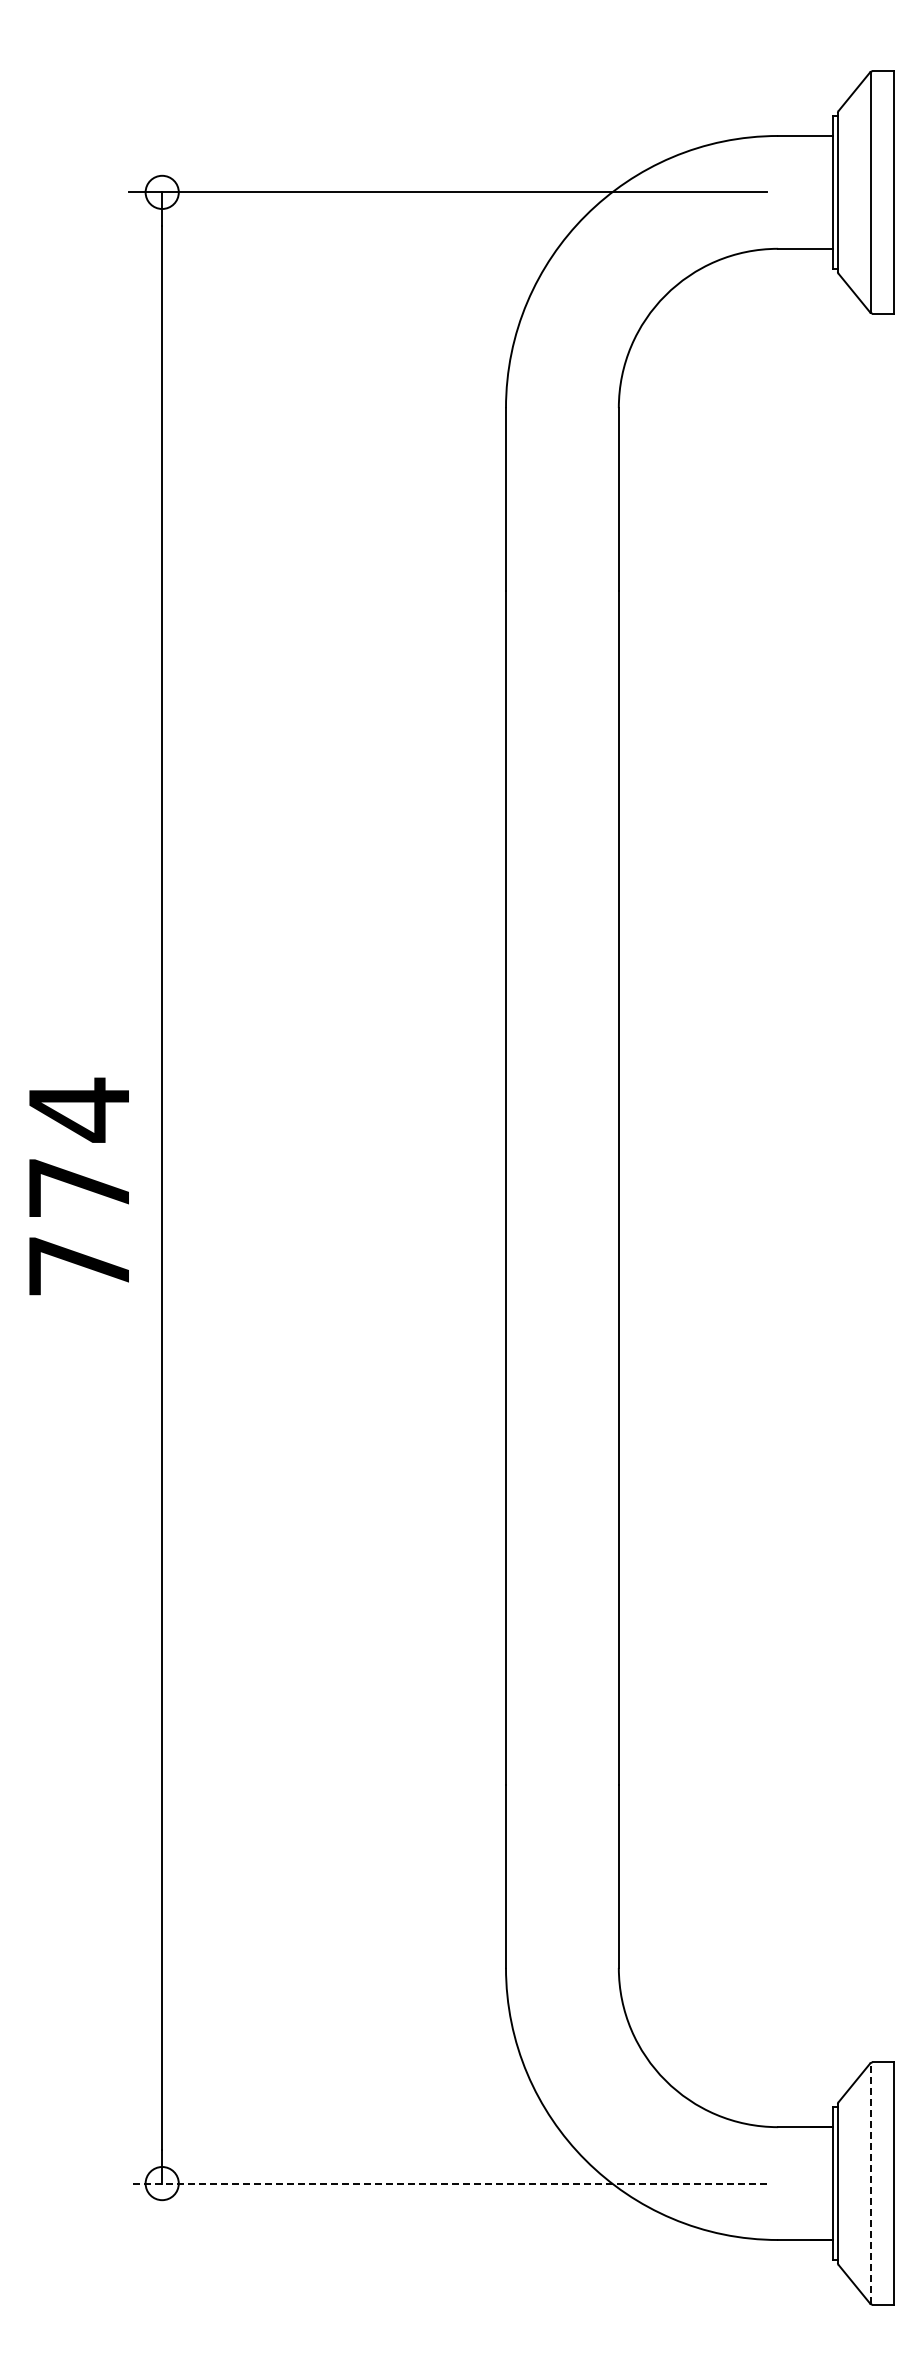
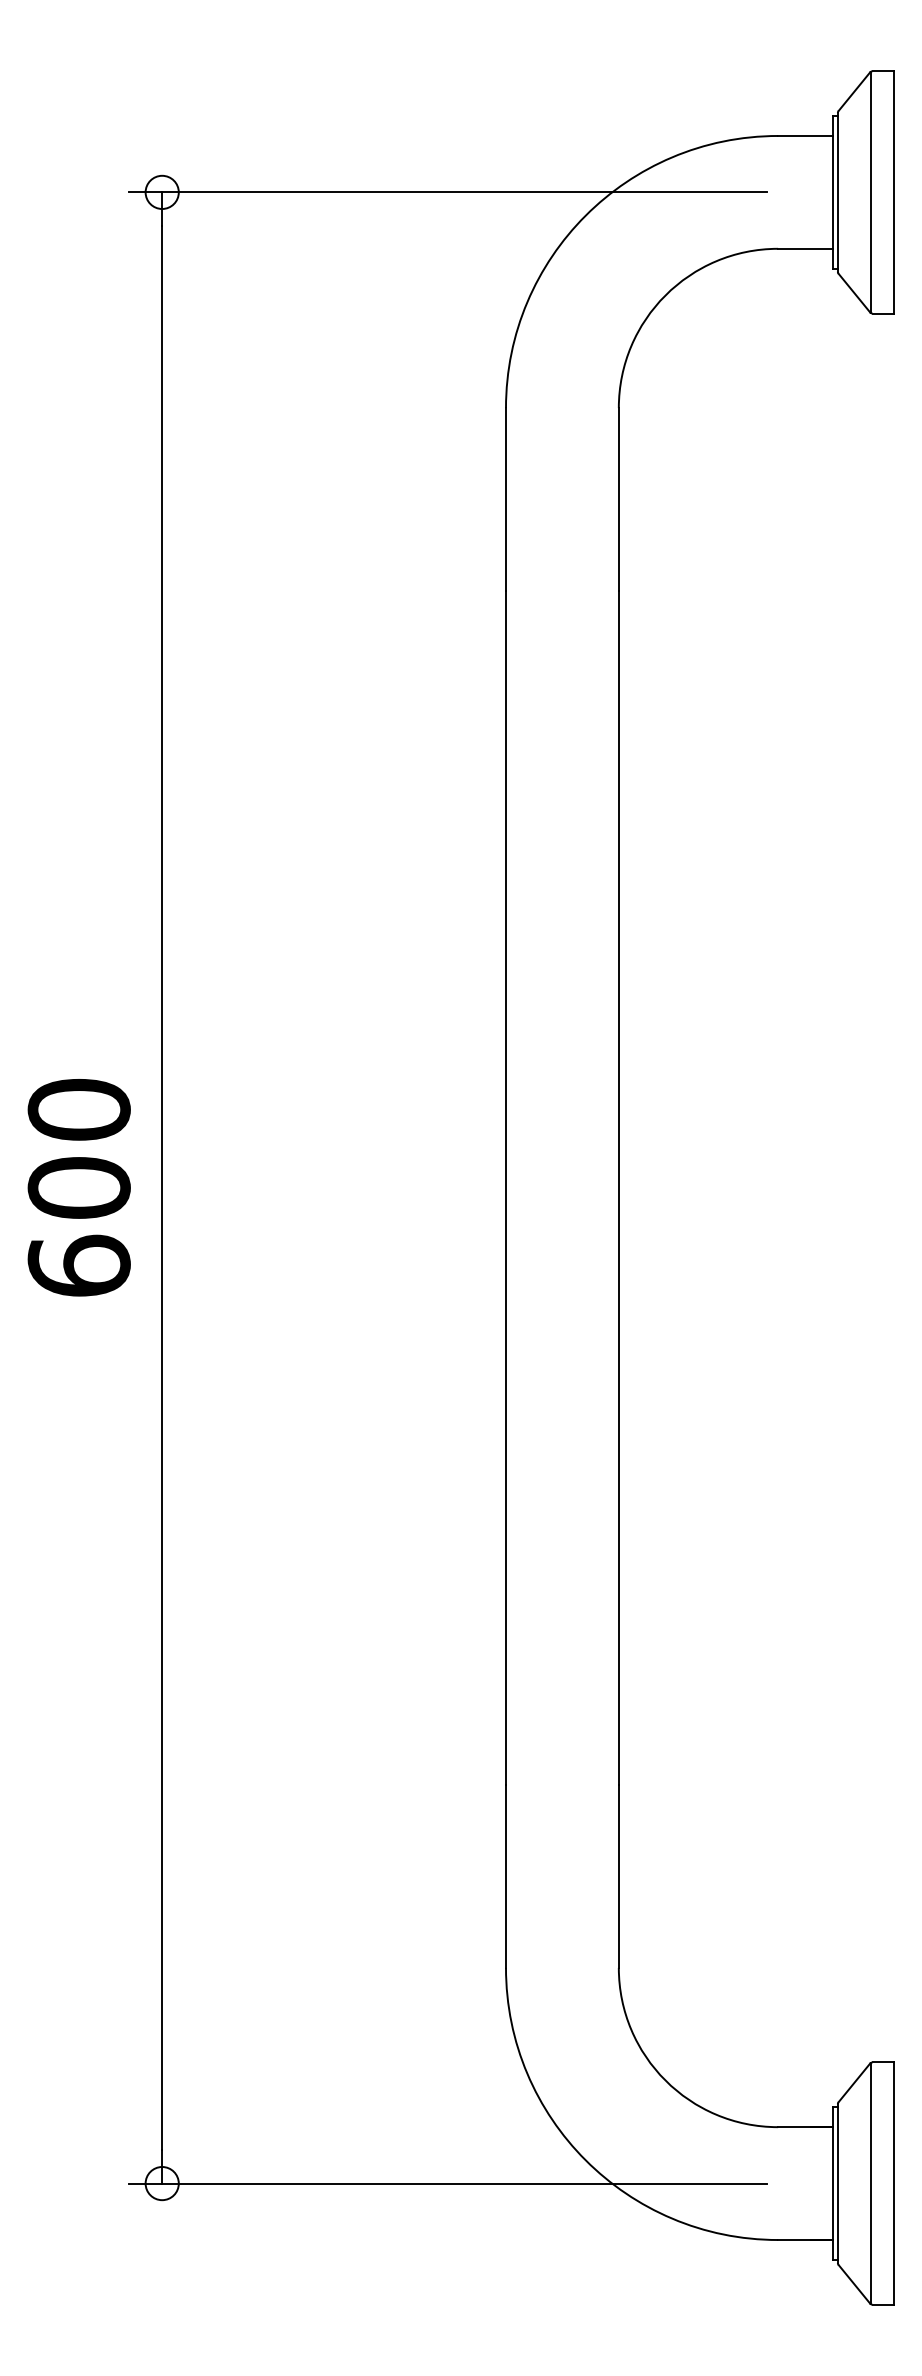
text at (78, 1186): 774 -> 600
line at (447, 2183): dashed -> solid
line at (871, 2183): dashed -> solid
